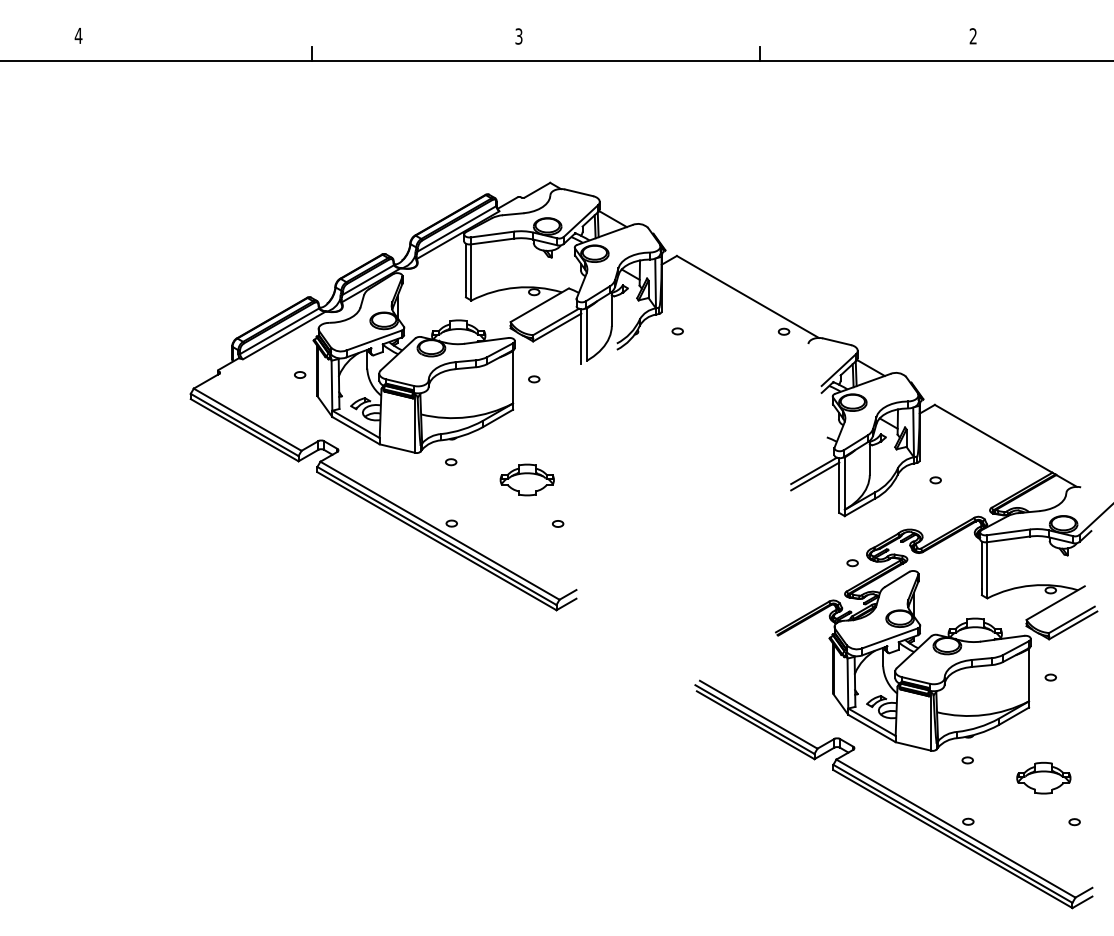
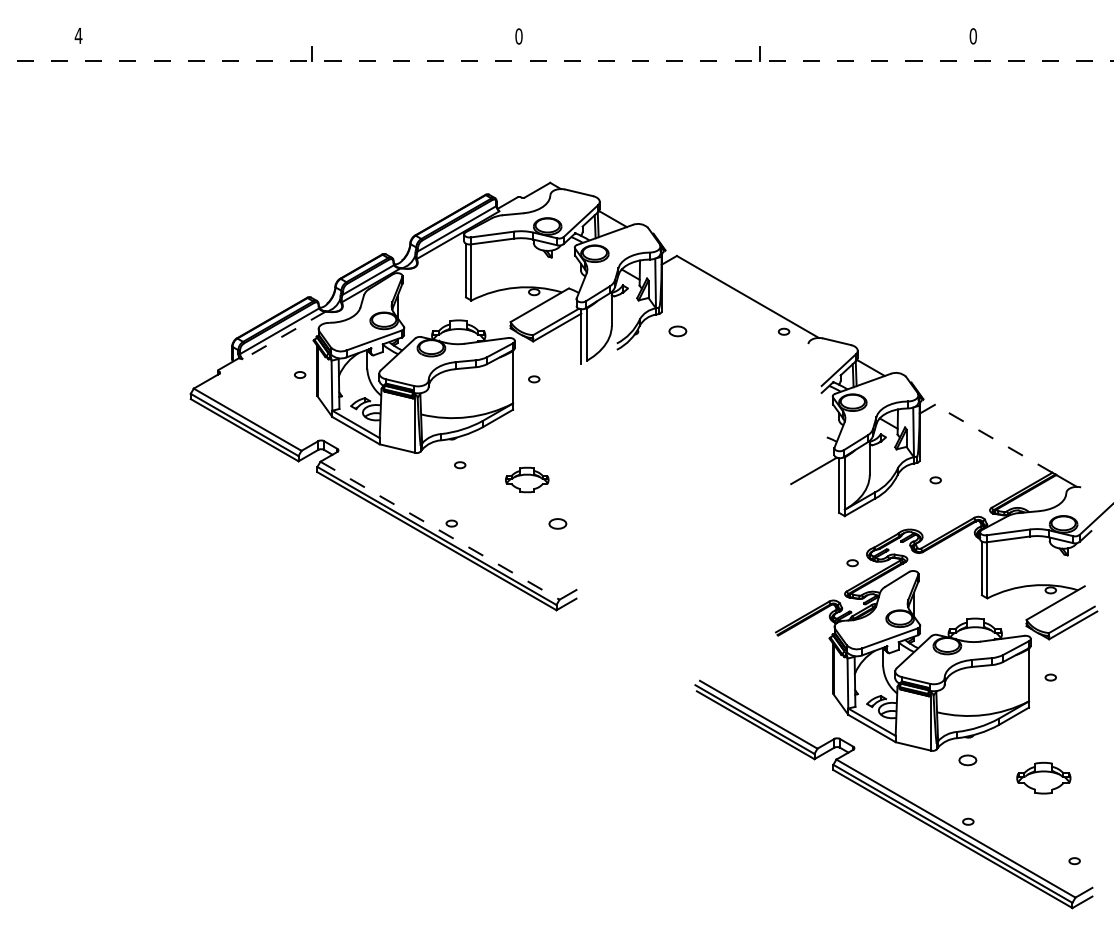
text at (518, 36): 3 -> 0
text at (972, 36): 2 -> 0
line at (557, 61): solid -> dashed
part at (677, 331) size: 13x9 px -> 20x13 px
line at (284, 335): solid -> dashed
line at (993, 438): solid -> dashed
part at (451, 462) position: (451, 462) -> (460, 465)
line at (815, 476): present -> none
part at (526, 479) size: 56x34 px -> 45x28 px
part at (558, 523) size: 13x8 px -> 20x12 px
line at (440, 531): solid -> dashed
part at (967, 760) size: 13x9 px -> 20x13 px
part at (1074, 822) position: (1074, 822) -> (1074, 861)
